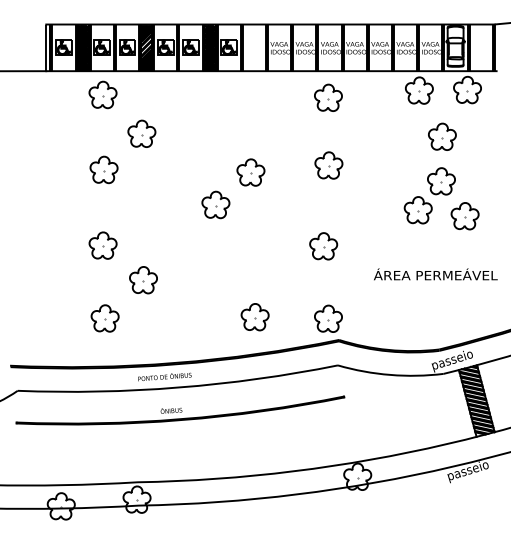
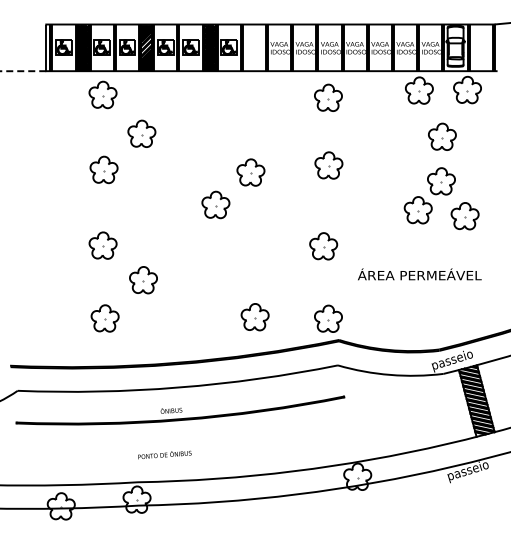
line at (23, 71): solid -> dashed
text at (435, 274) position: (435, 274) -> (419, 274)
text at (164, 376) position: (164, 376) -> (164, 454)
